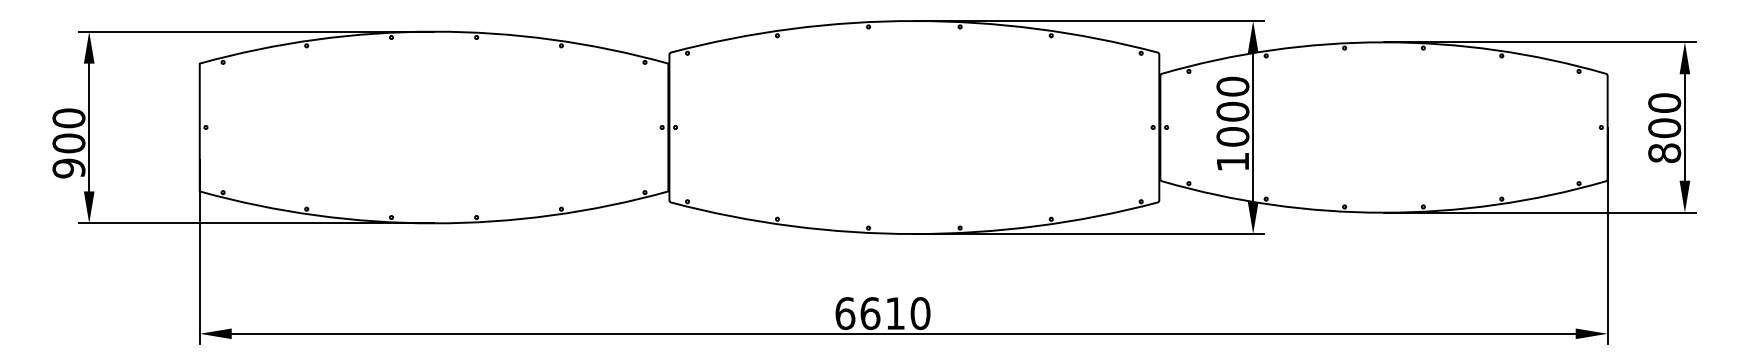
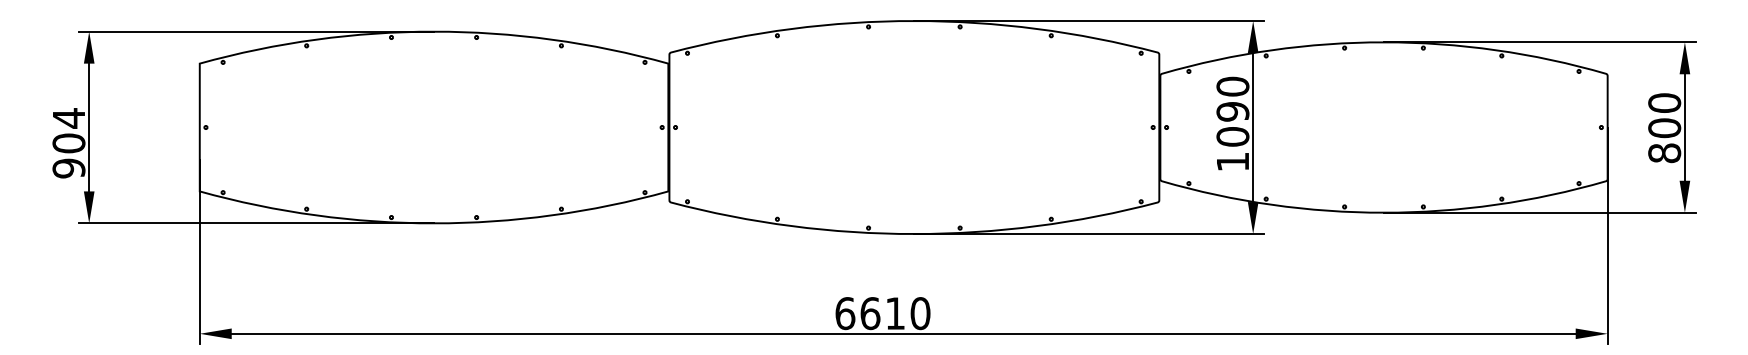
text at (1232, 111): 1000 -> 1090
text at (68, 118): 900 -> 904
